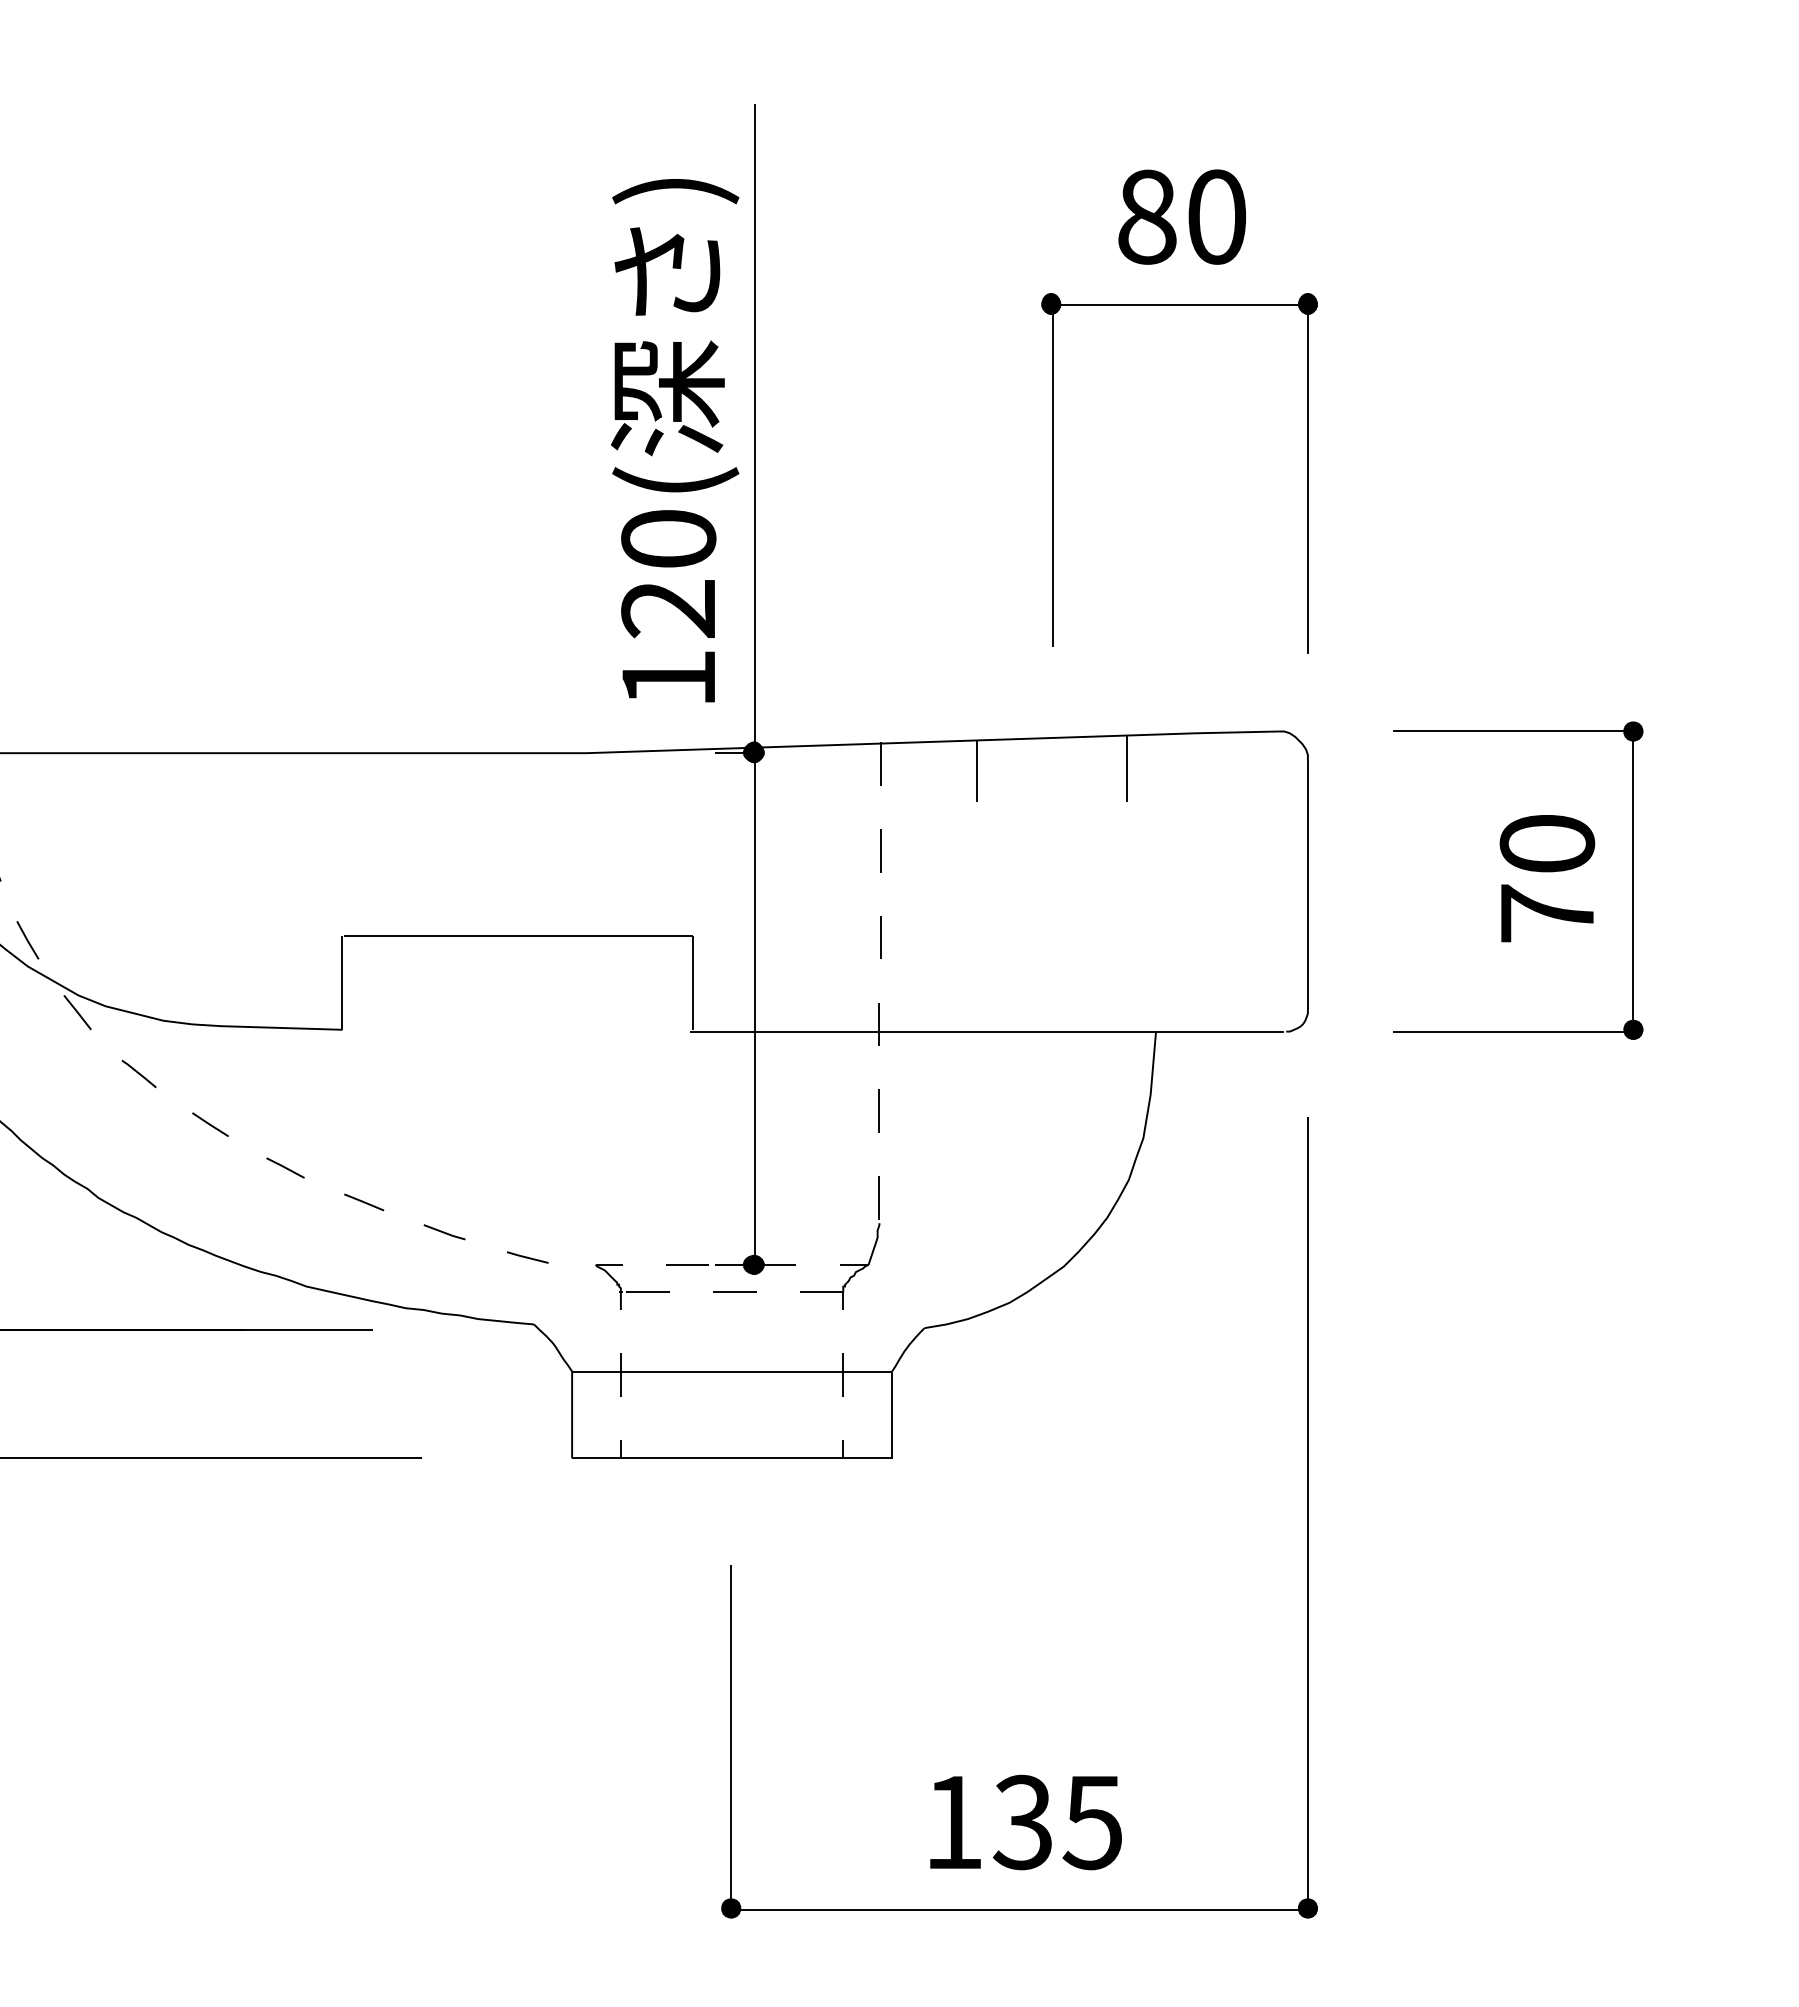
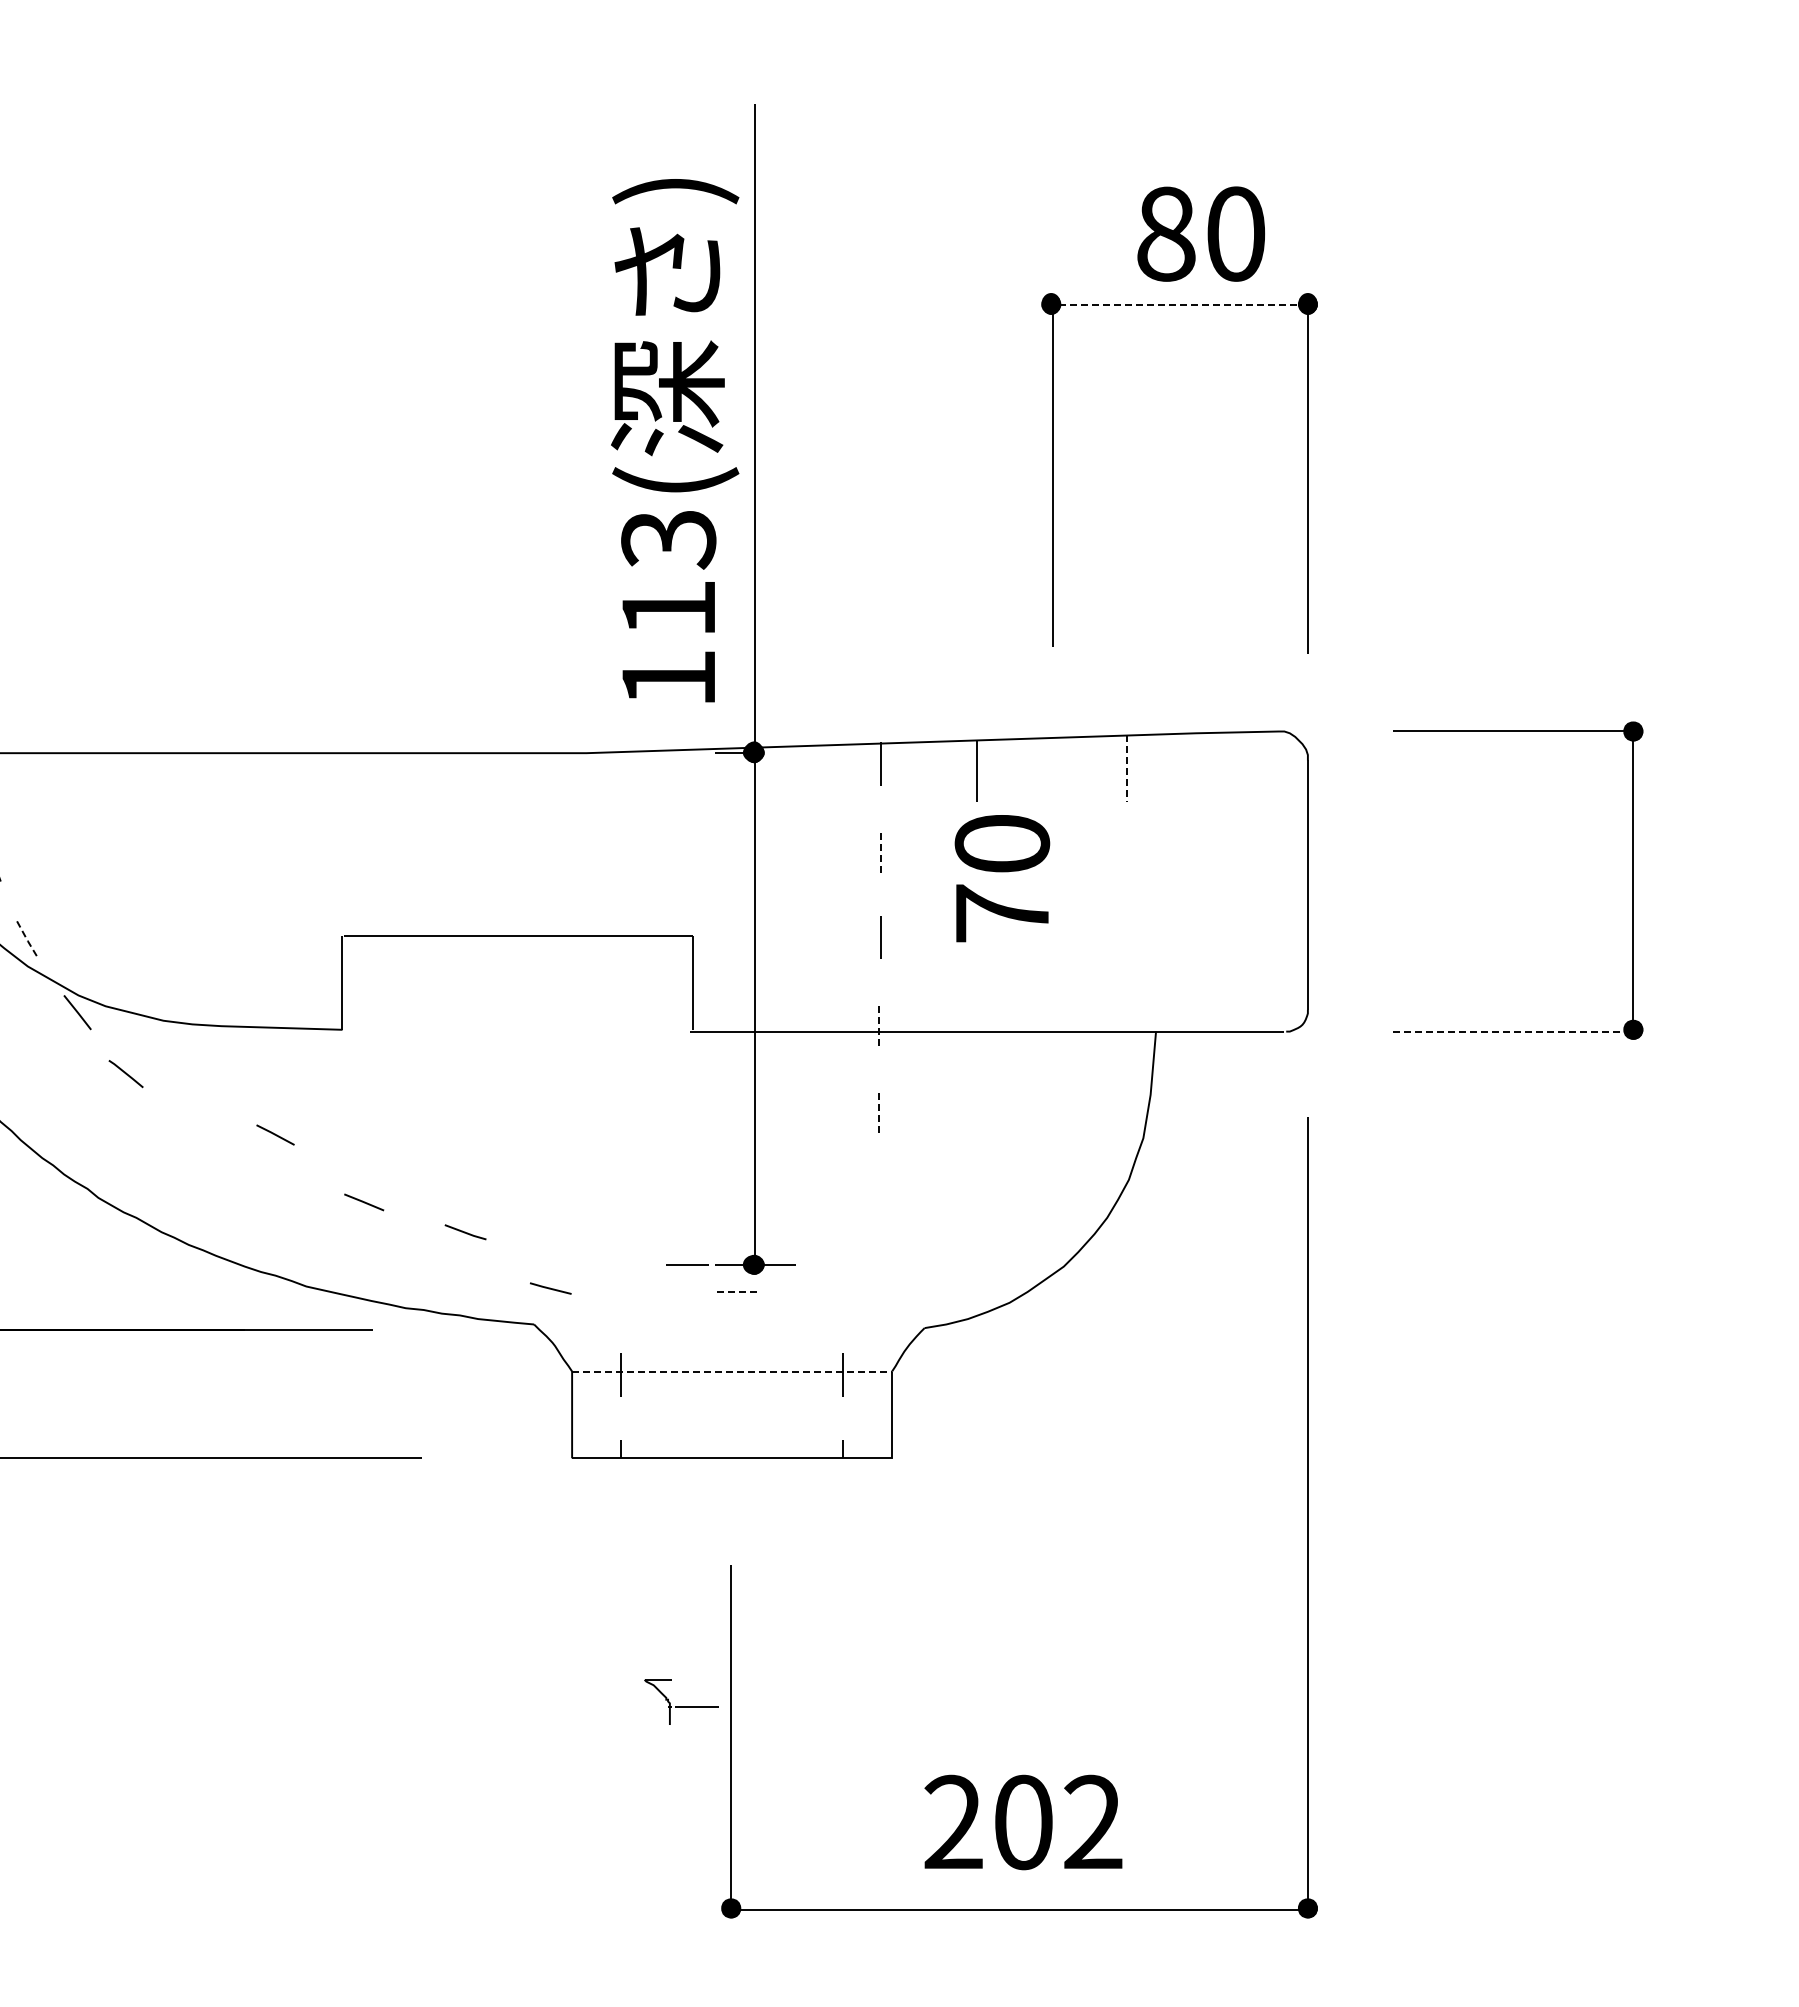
text at (1181, 216) position: (1181, 216) -> (1200, 233)
line at (1179, 304): solid -> dashed
text at (668, 574): 120( -> 113(
line at (1127, 769): solid -> dashed
line at (881, 850): solid -> dashed
text at (1547, 878) position: (1547, 878) -> (1002, 878)
line at (27, 941): solid -> dashed
line at (879, 1024): solid -> dashed
line at (1513, 1031): solid -> dashed
line at (138, 1074) position: (138, 1074) -> (125, 1074)
line at (879, 1111): solid -> dashed
line at (210, 1124): present -> none
line at (285, 1167) position: (285, 1167) -> (275, 1134)
line at (444, 1232) position: (444, 1232) -> (465, 1232)
line at (527, 1257) position: (527, 1257) -> (550, 1288)
part at (840, 1264): present -> none
part at (632, 1286) position: (632, 1286) -> (681, 1701)
line at (734, 1291): solid -> dashed
line at (732, 1371): solid -> dashed
text at (1023, 1822): 135 -> 202
